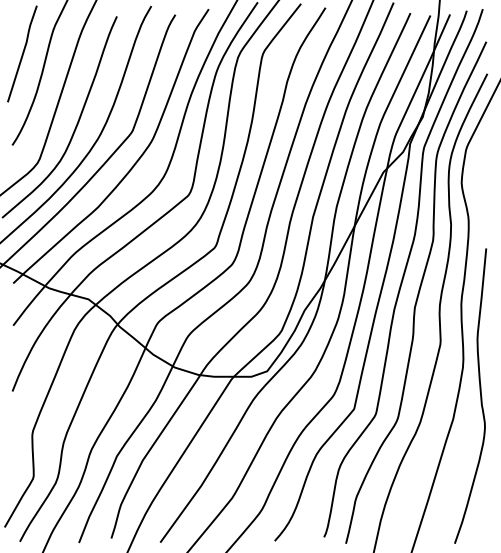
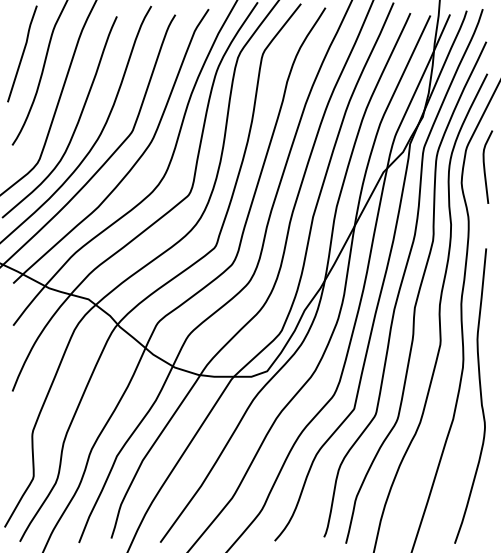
curve at (485, 166): none -> present
